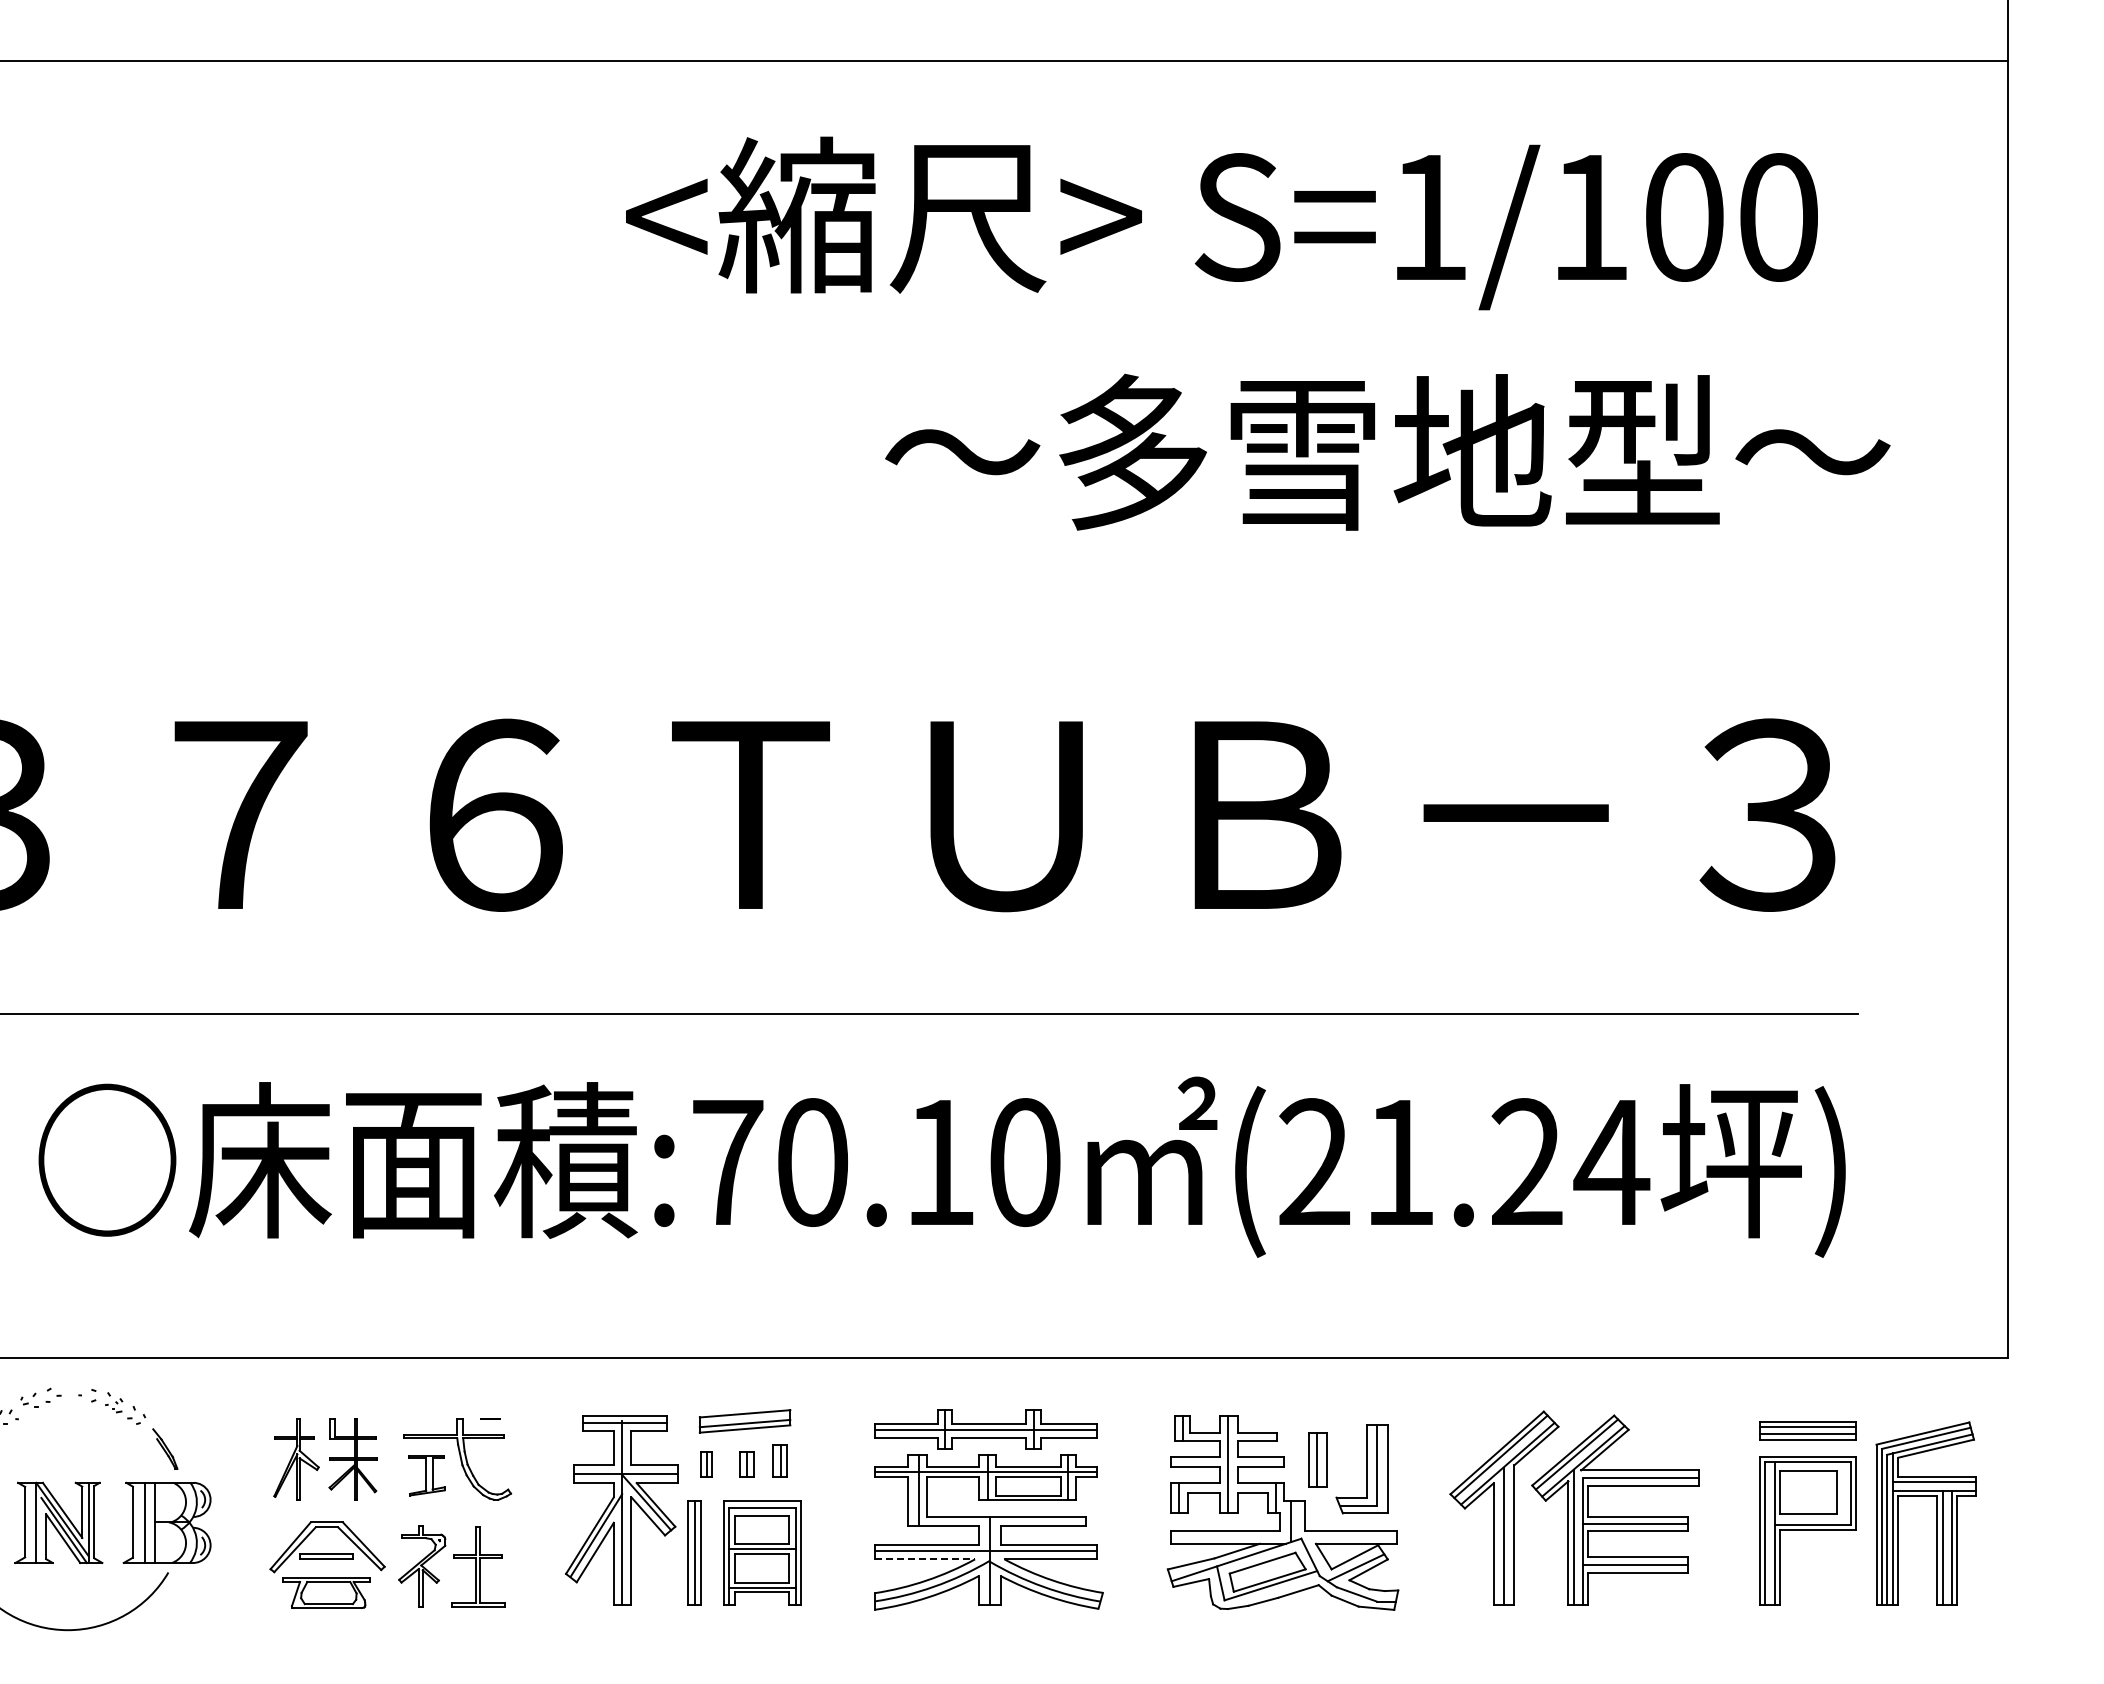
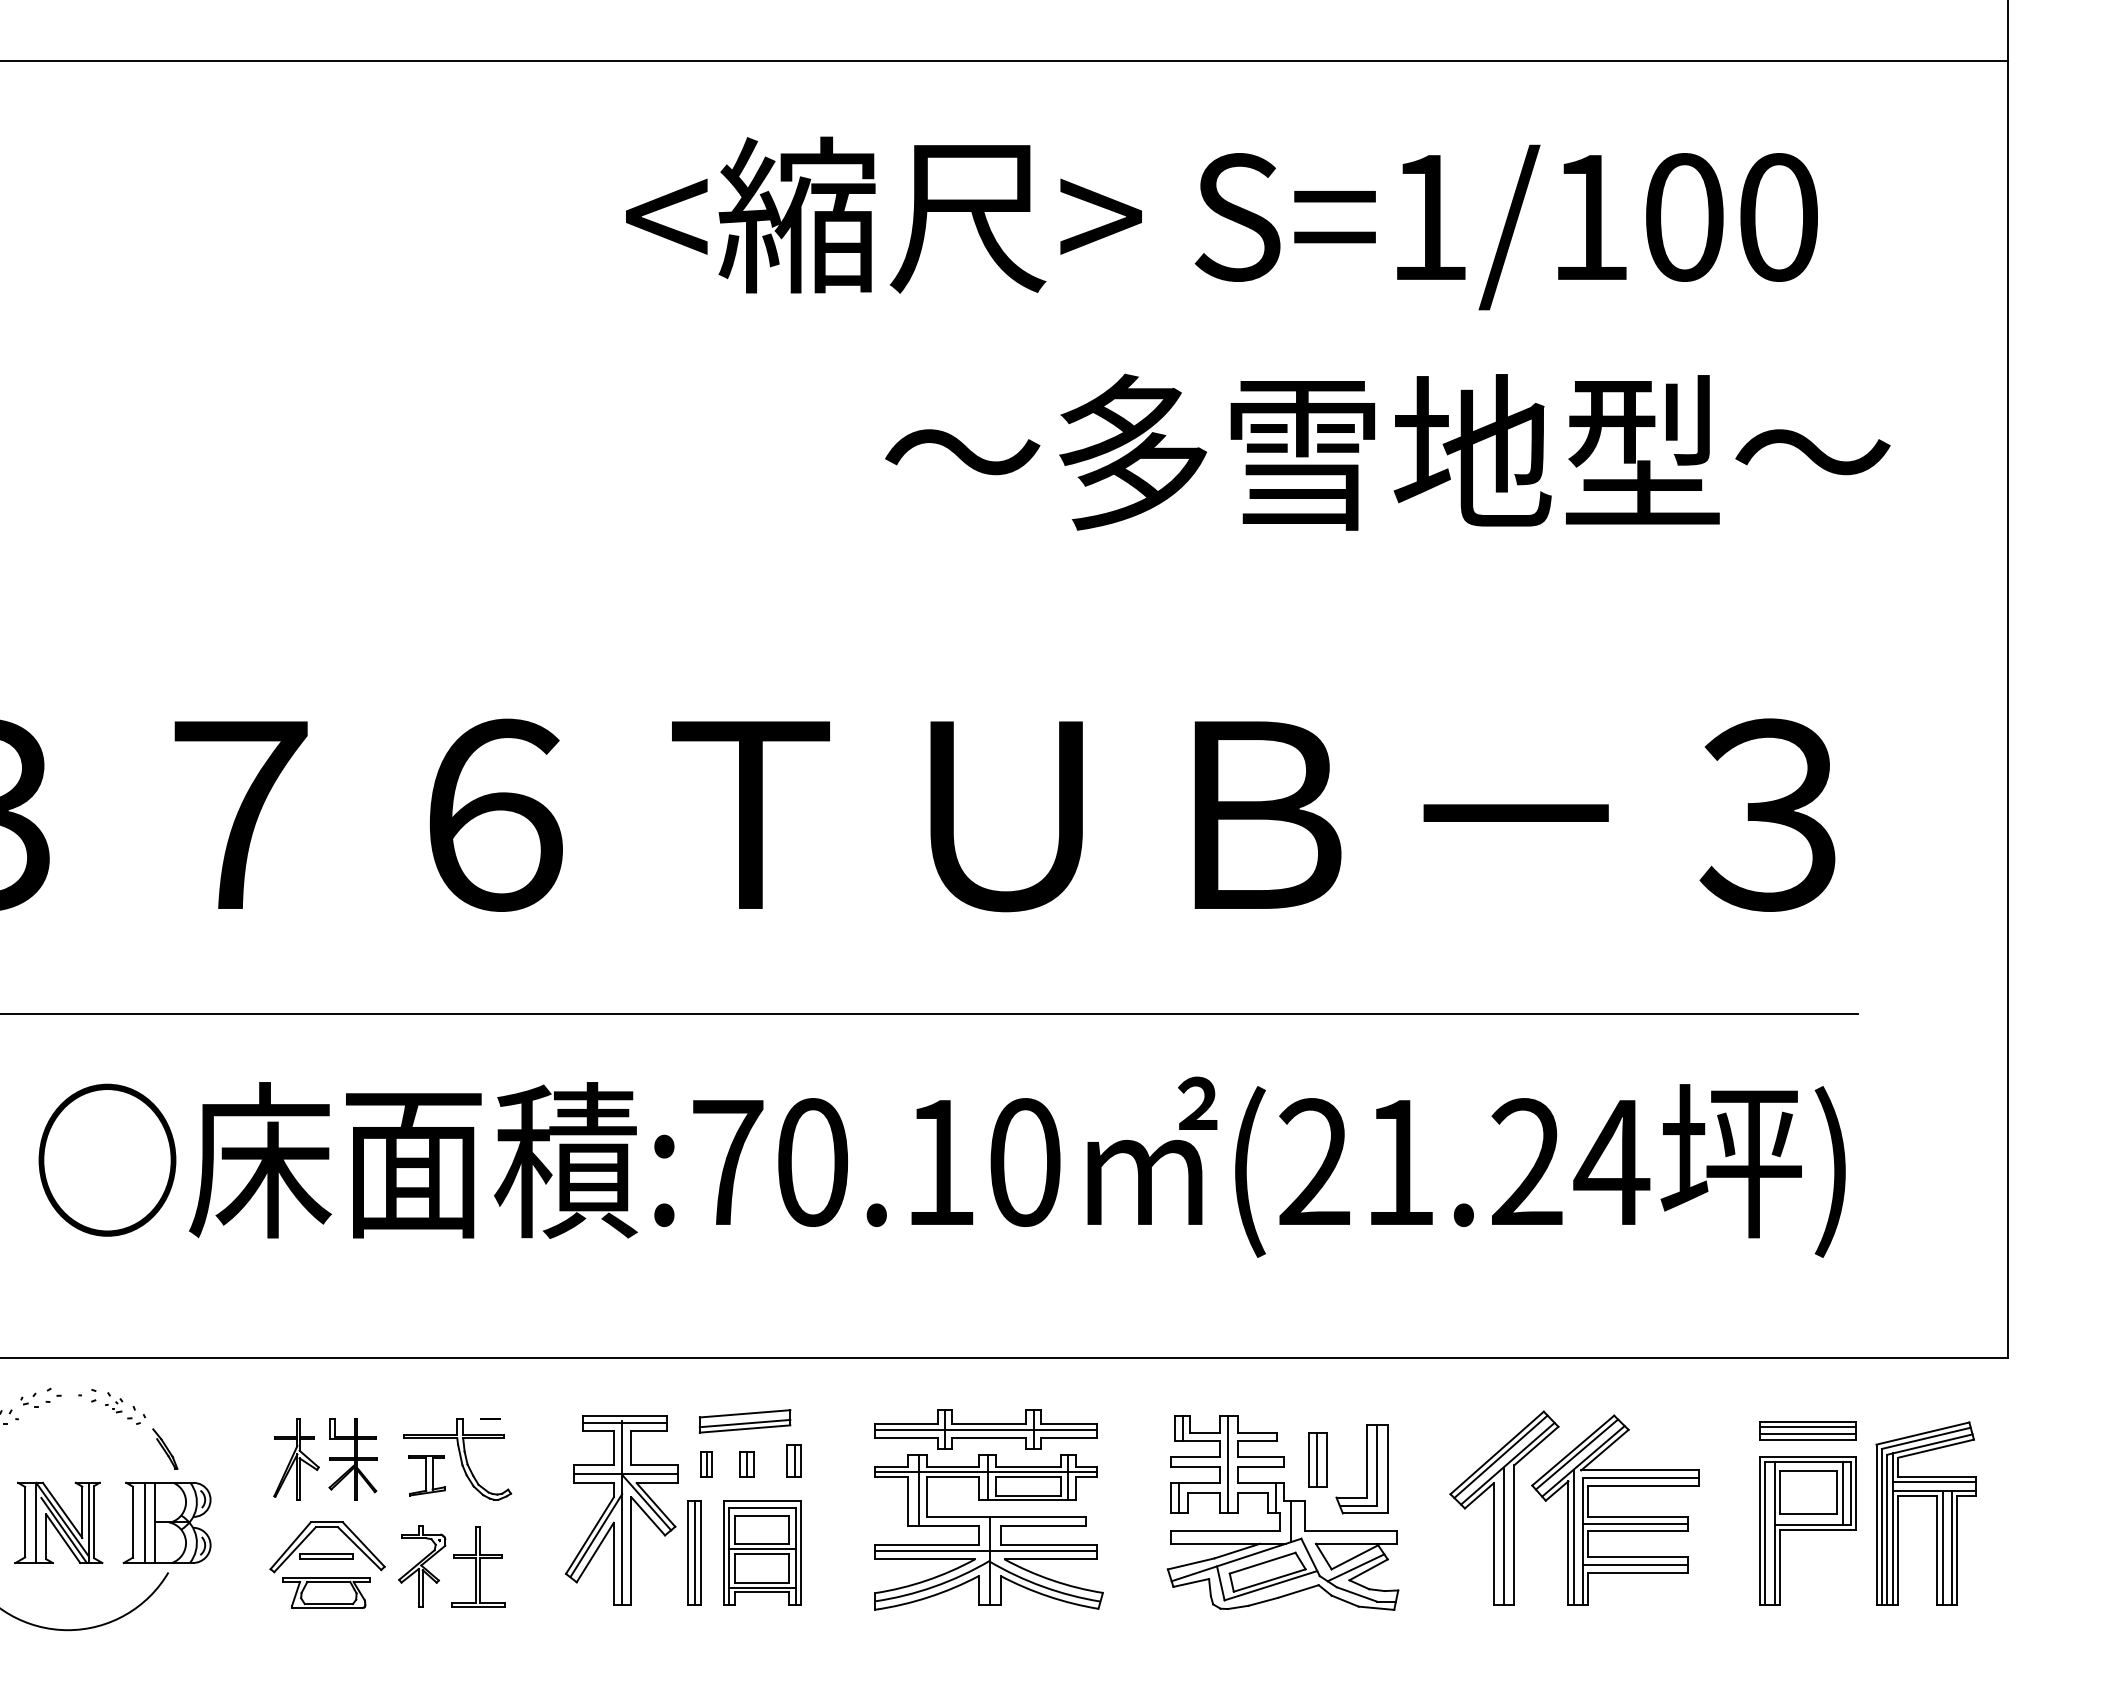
part at (779, 1460) position: (779, 1460) -> (793, 1460)
line at (1842, 1493): none -> present
line at (925, 1559): dashed -> solid
